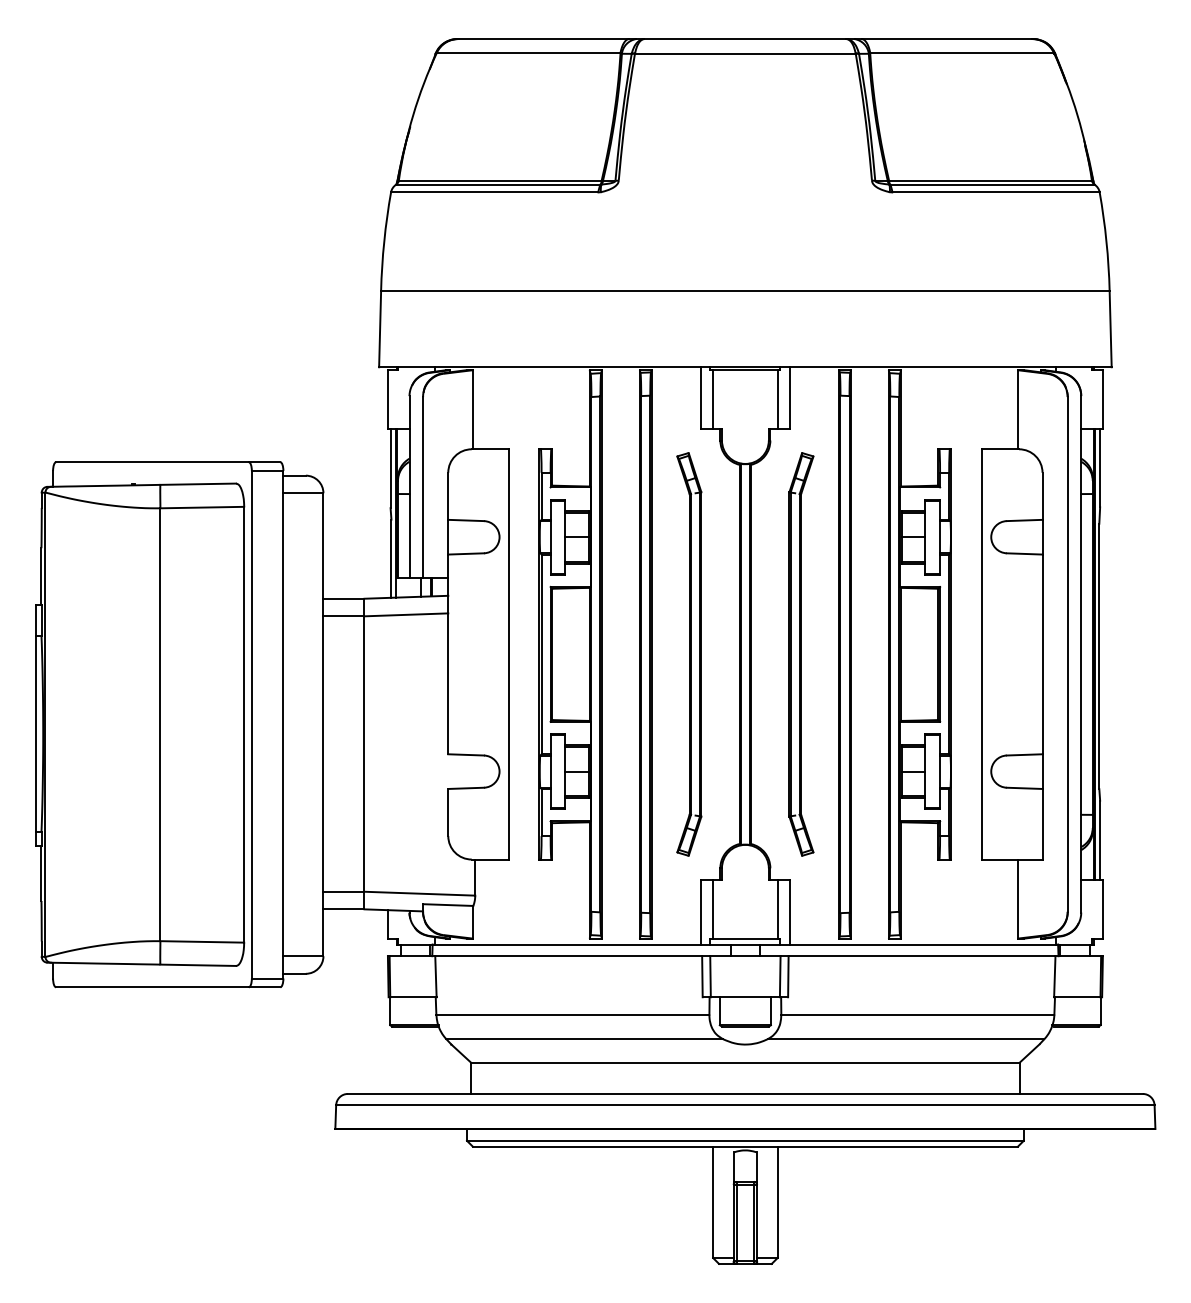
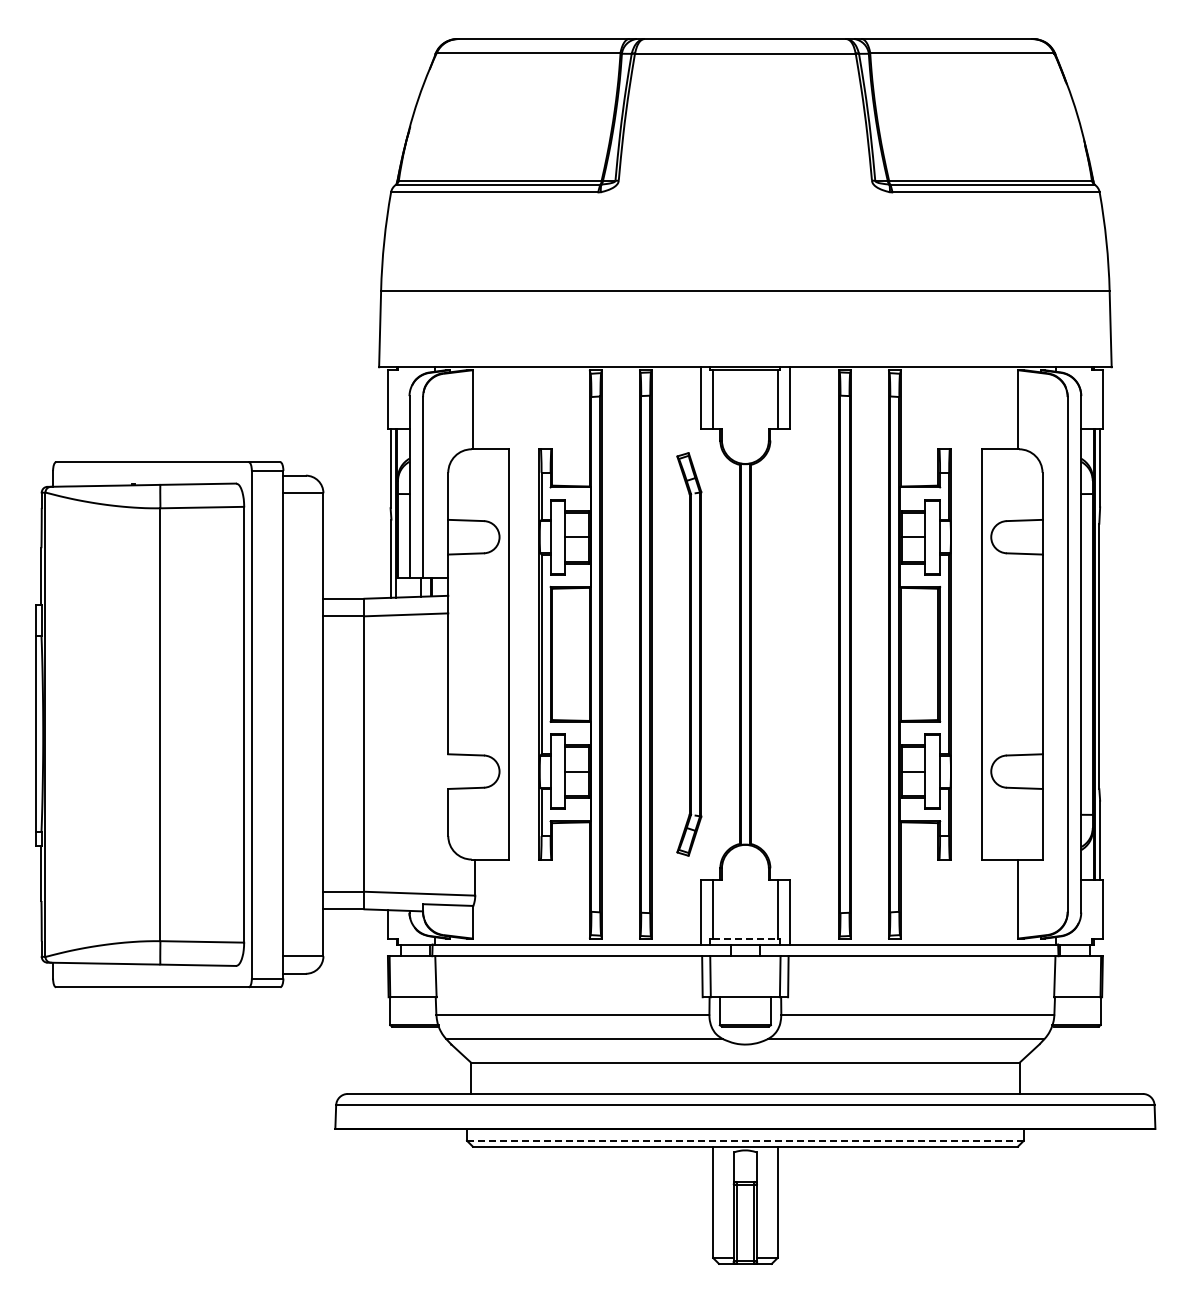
part at (801, 654): present -> none
line at (745, 938): solid -> dashed
line at (745, 1140): solid -> dashed
